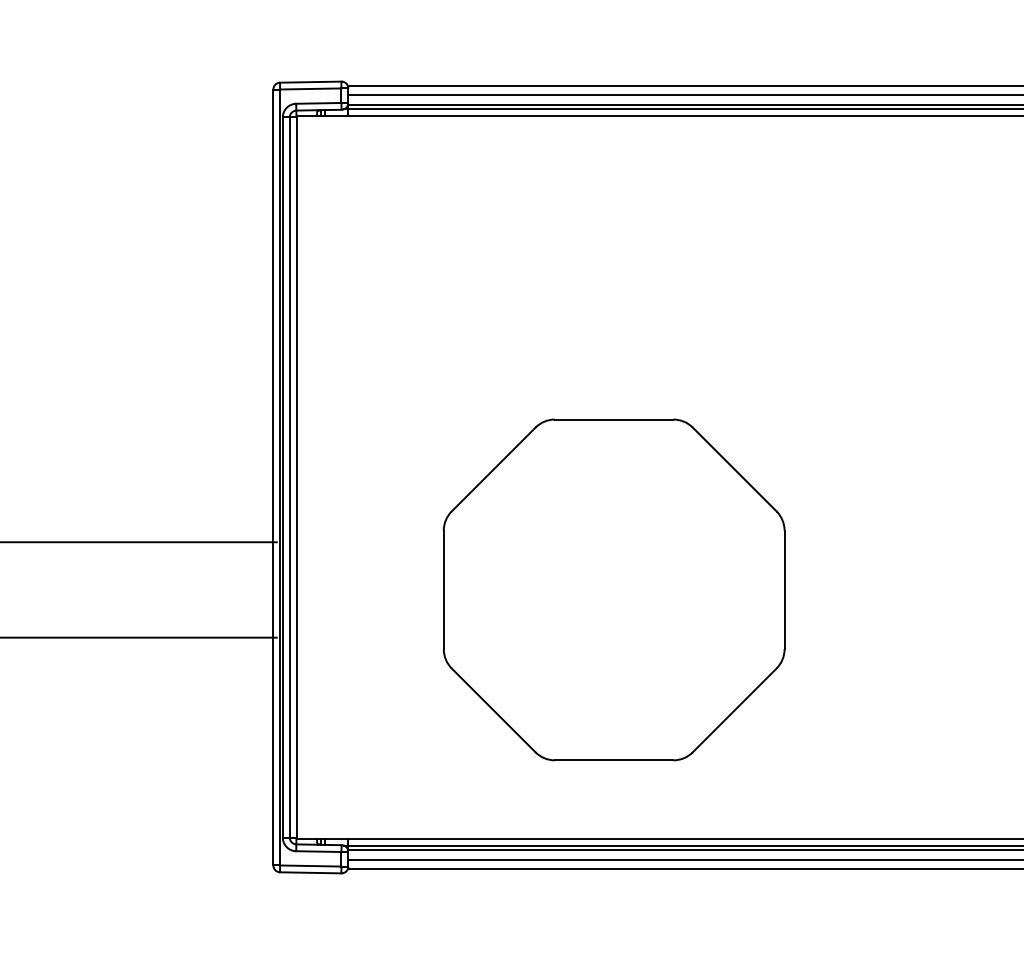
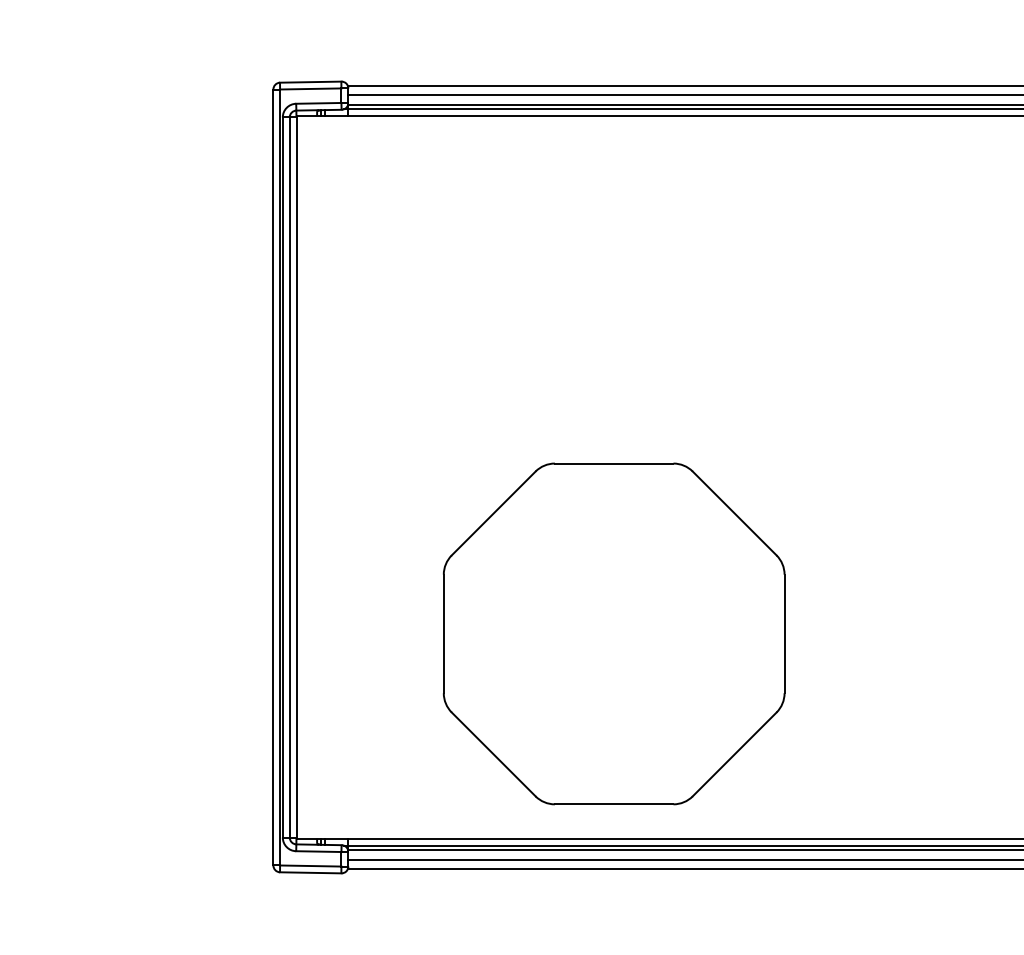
line at (139, 542): present -> none
part at (613, 589) position: (613, 589) -> (613, 633)
line at (139, 637): present -> none
